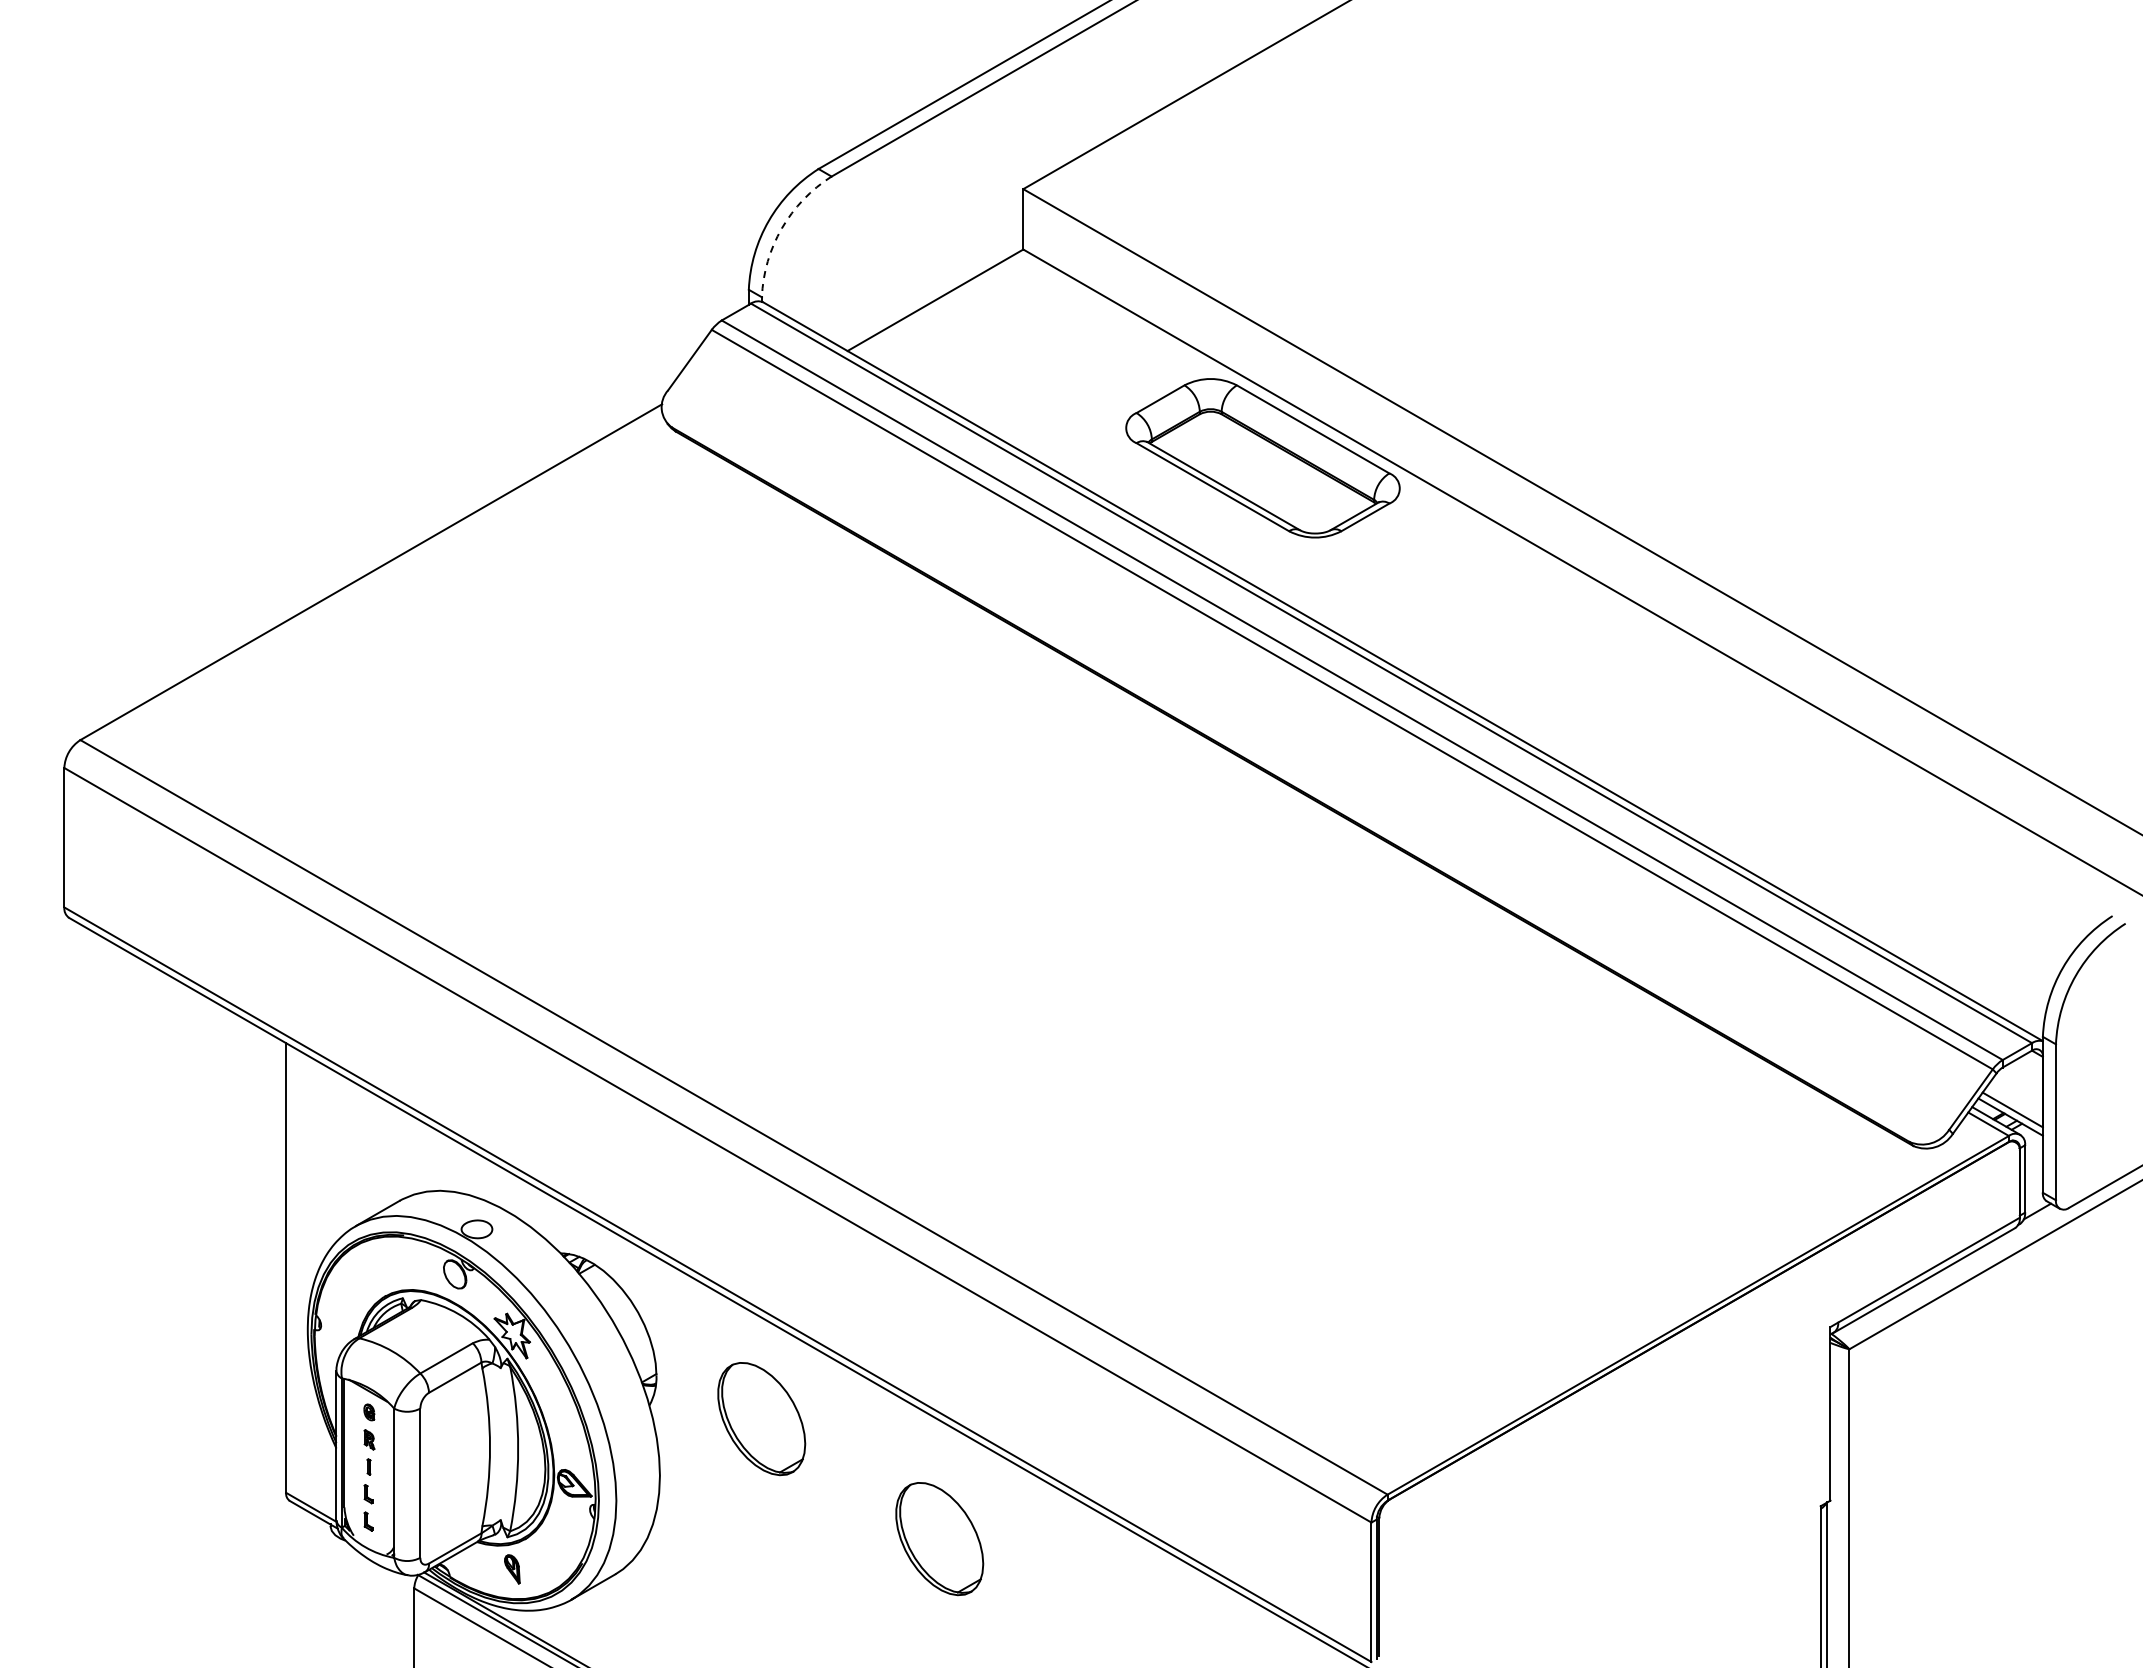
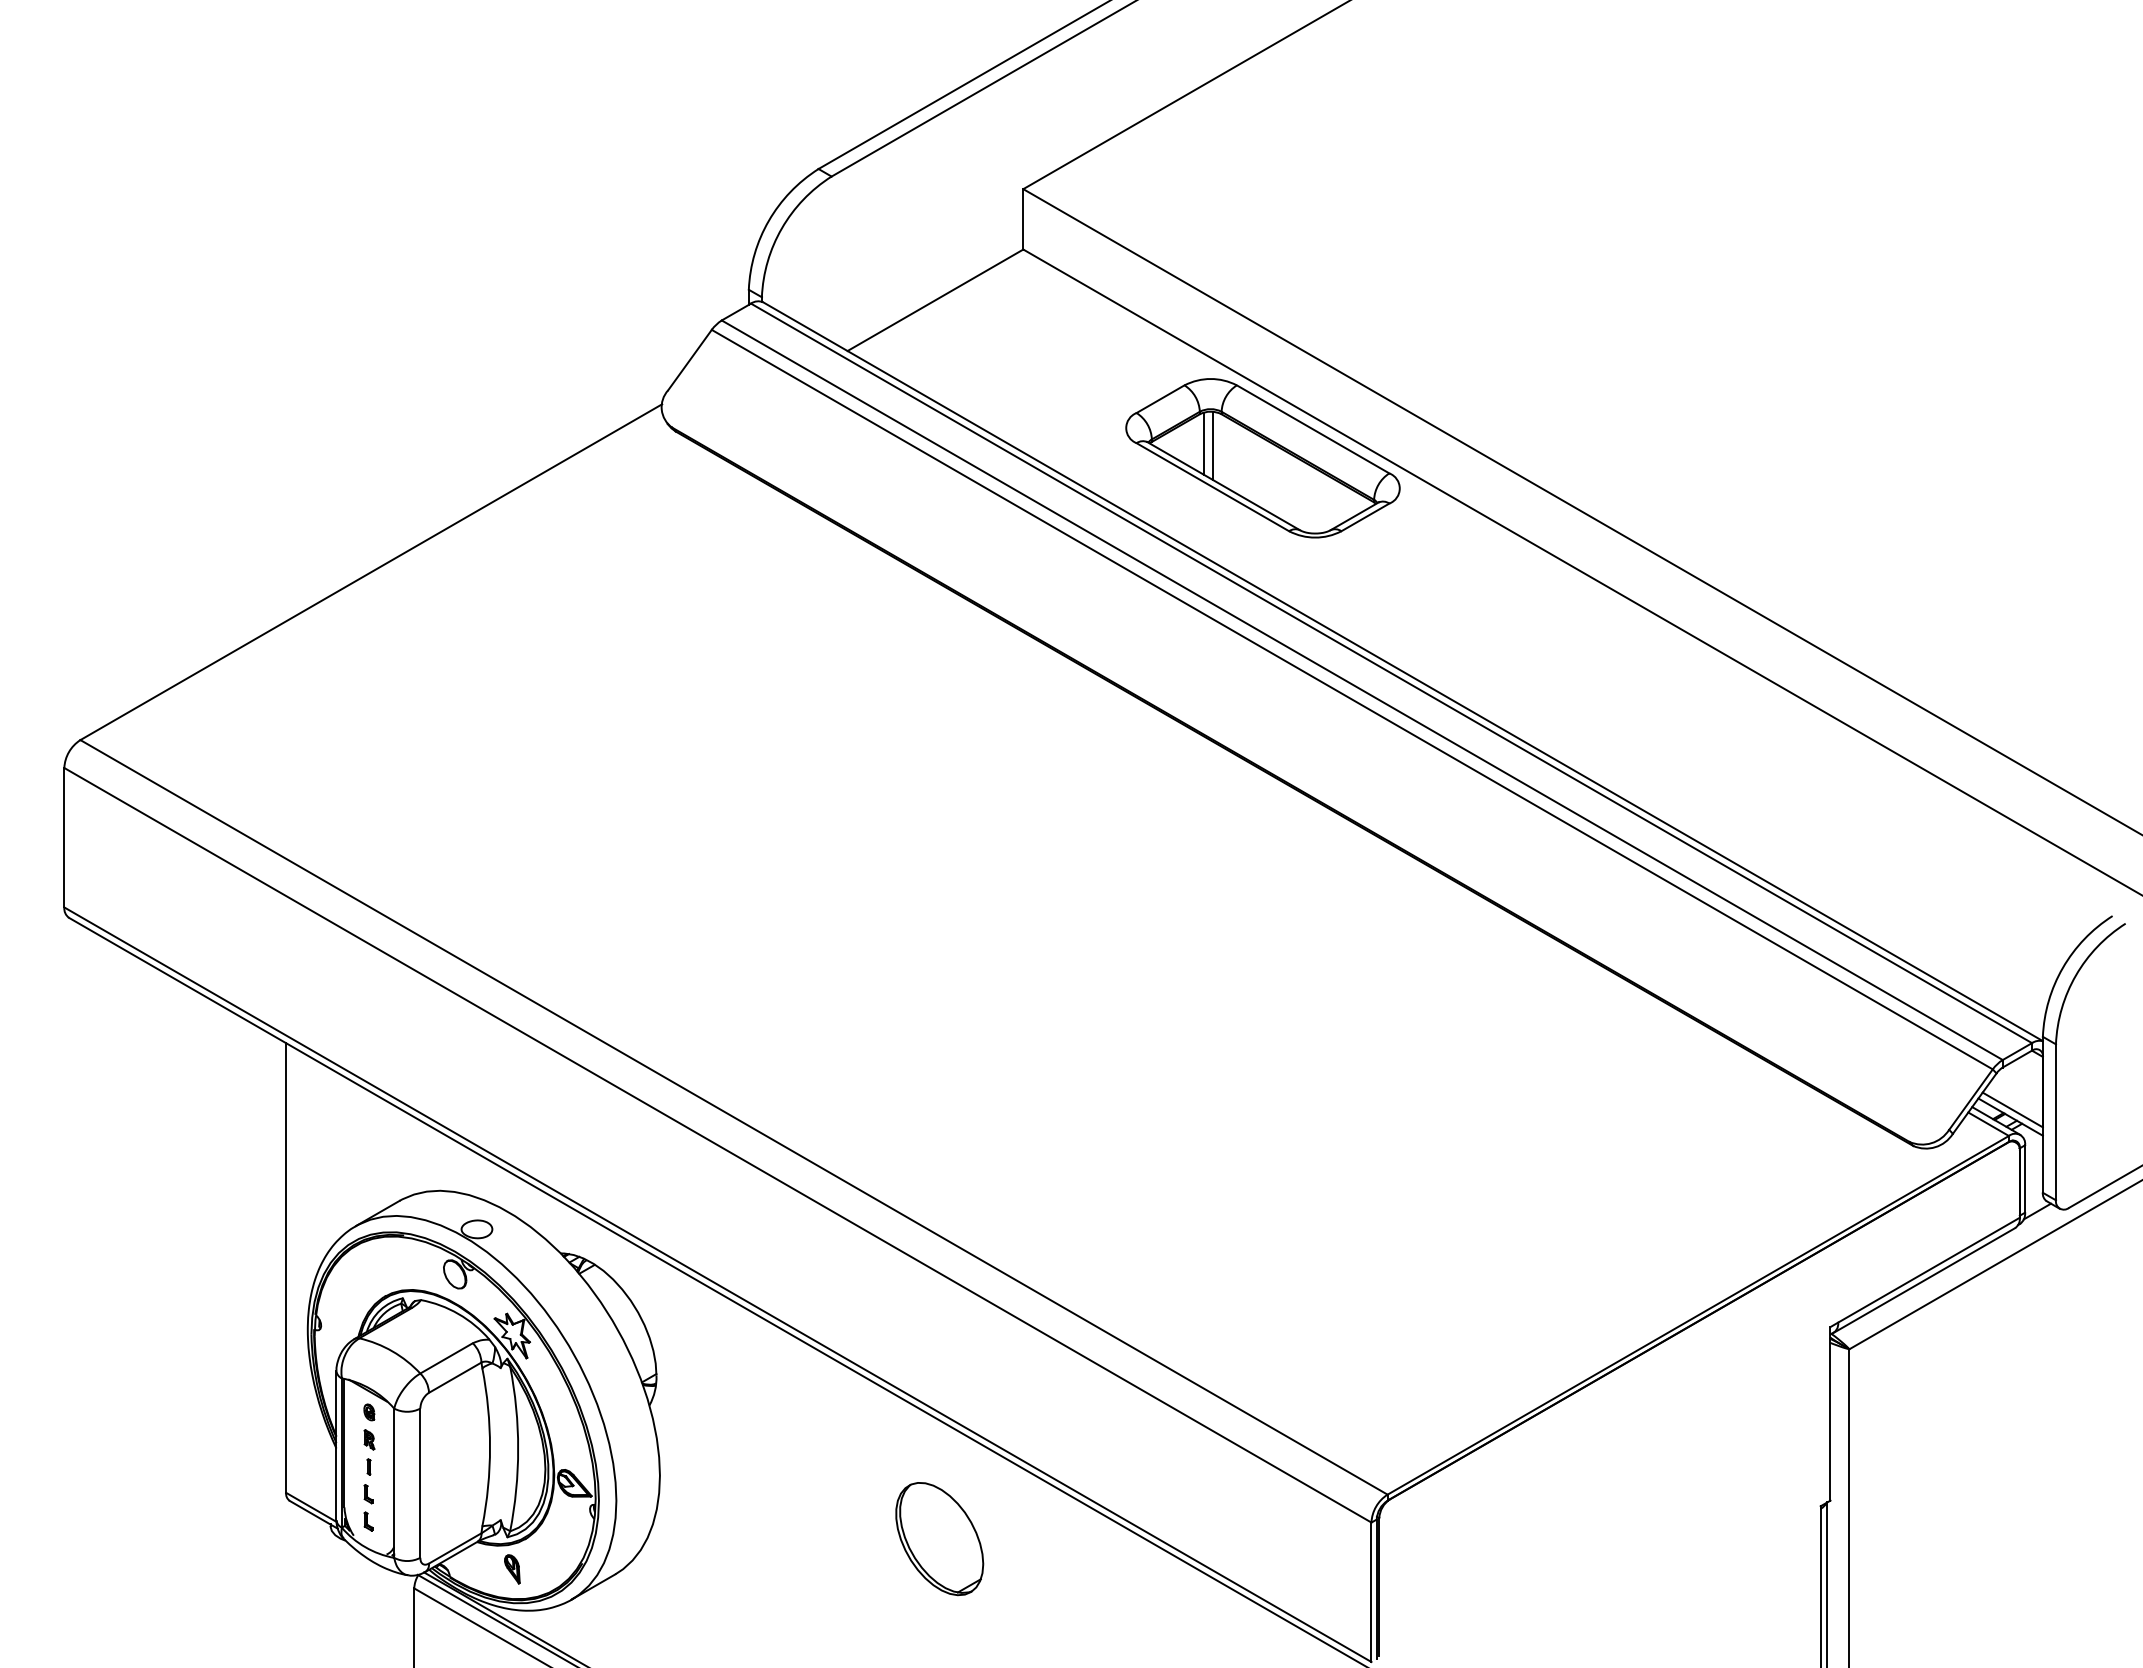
arc at (781, 228): dashed -> solid
line at (1204, 443): none -> present
line at (1212, 445): none -> present
part at (761, 1419): present -> none
